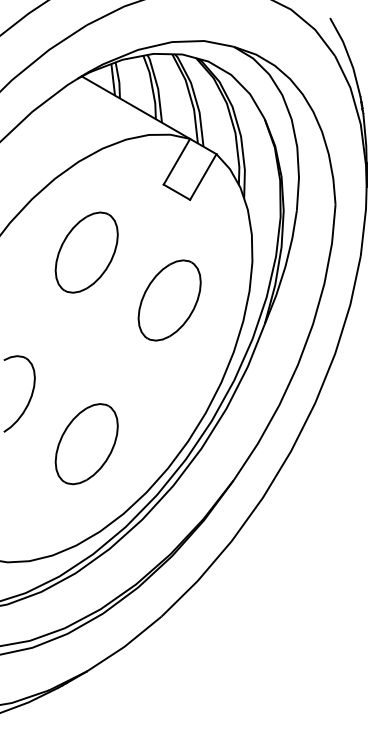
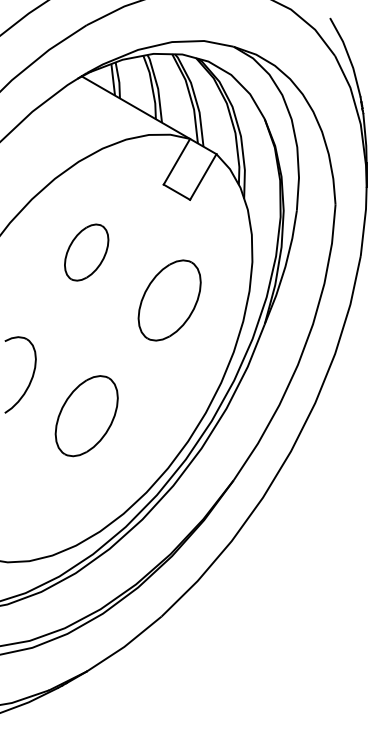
part at (86, 252) size: 65x83 px -> 46x59 px
part at (29, 398) position: (29, 398) -> (30, 379)
part at (86, 444) position: (86, 444) -> (86, 416)
